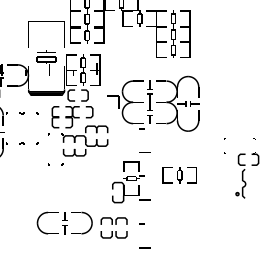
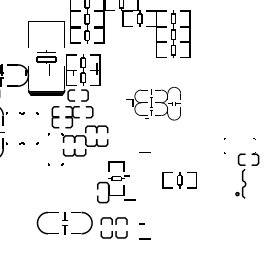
part at (153, 103) size: 93x57 px -> 55x34 px
part at (179, 175) position: (179, 175) -> (179, 180)
part at (131, 182) position: (131, 182) -> (116, 182)
line at (144, 247) position: (144, 247) -> (144, 238)
